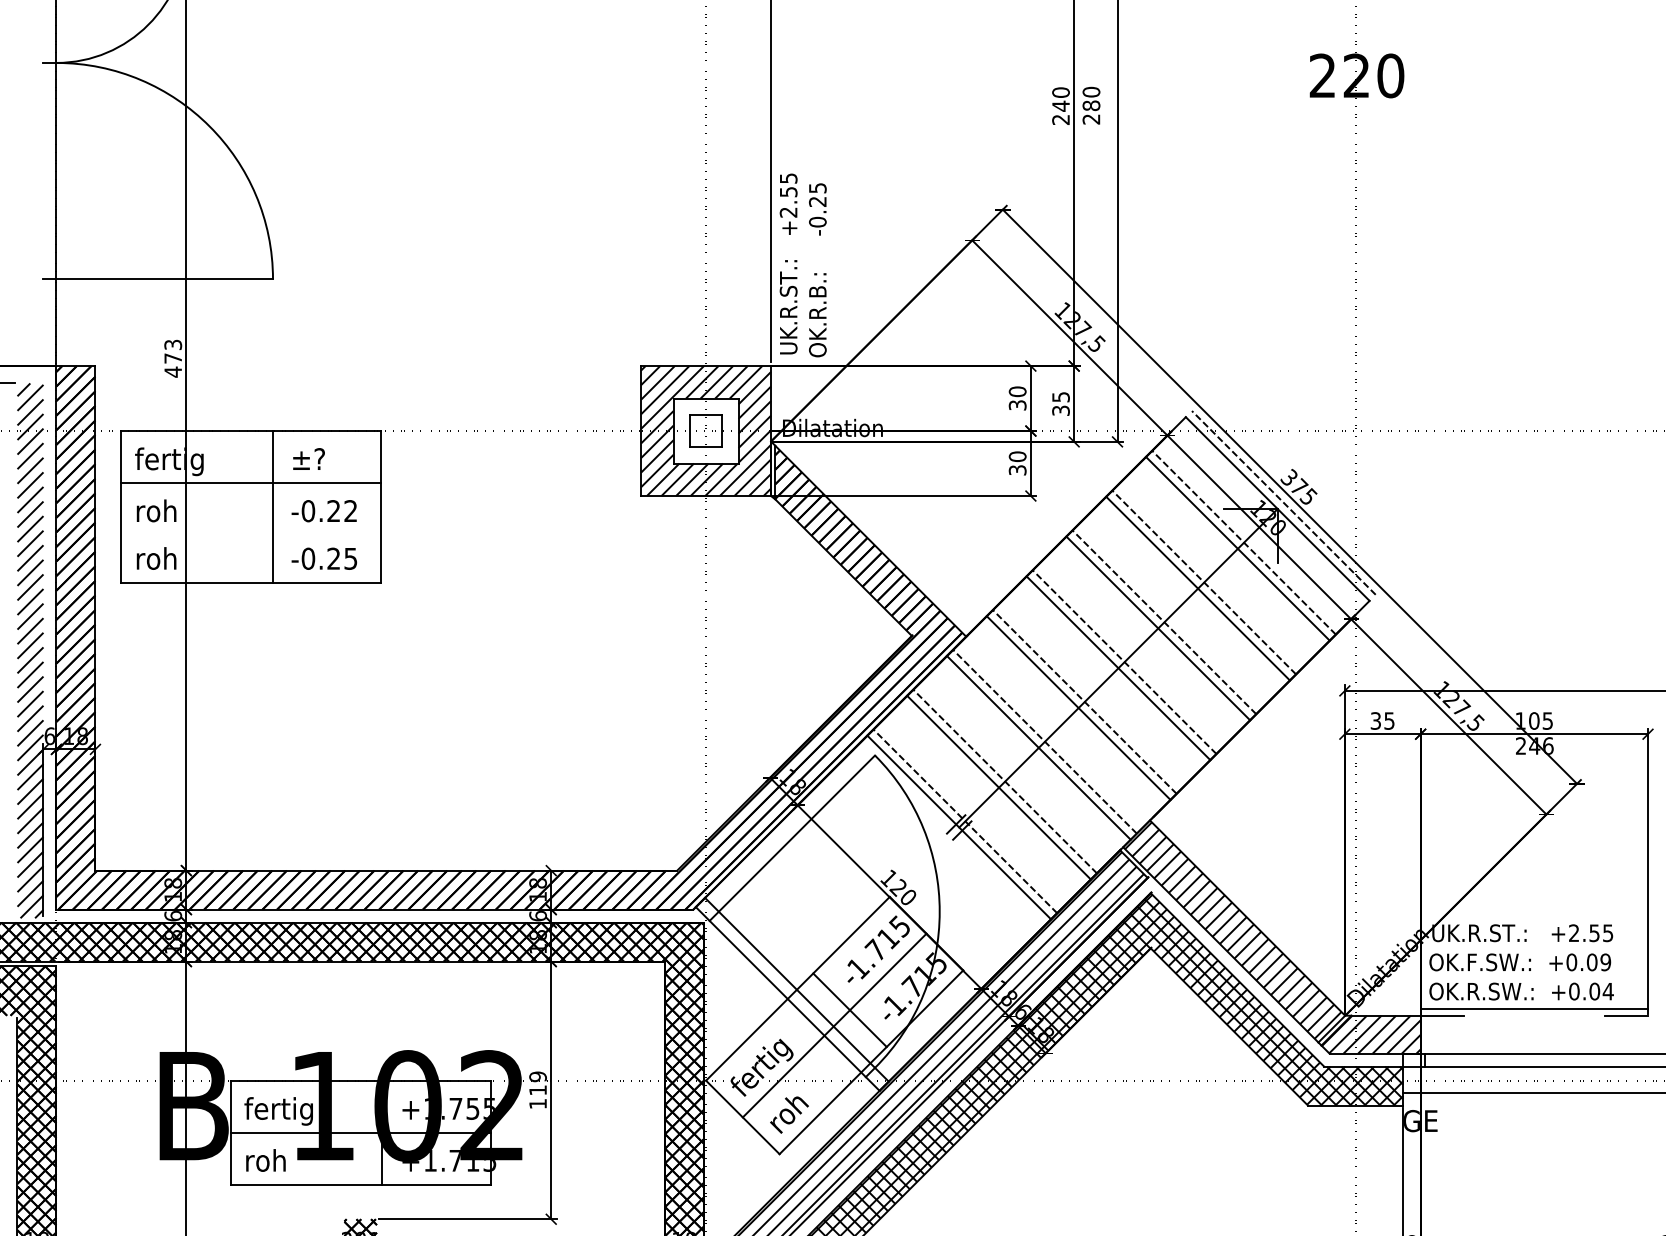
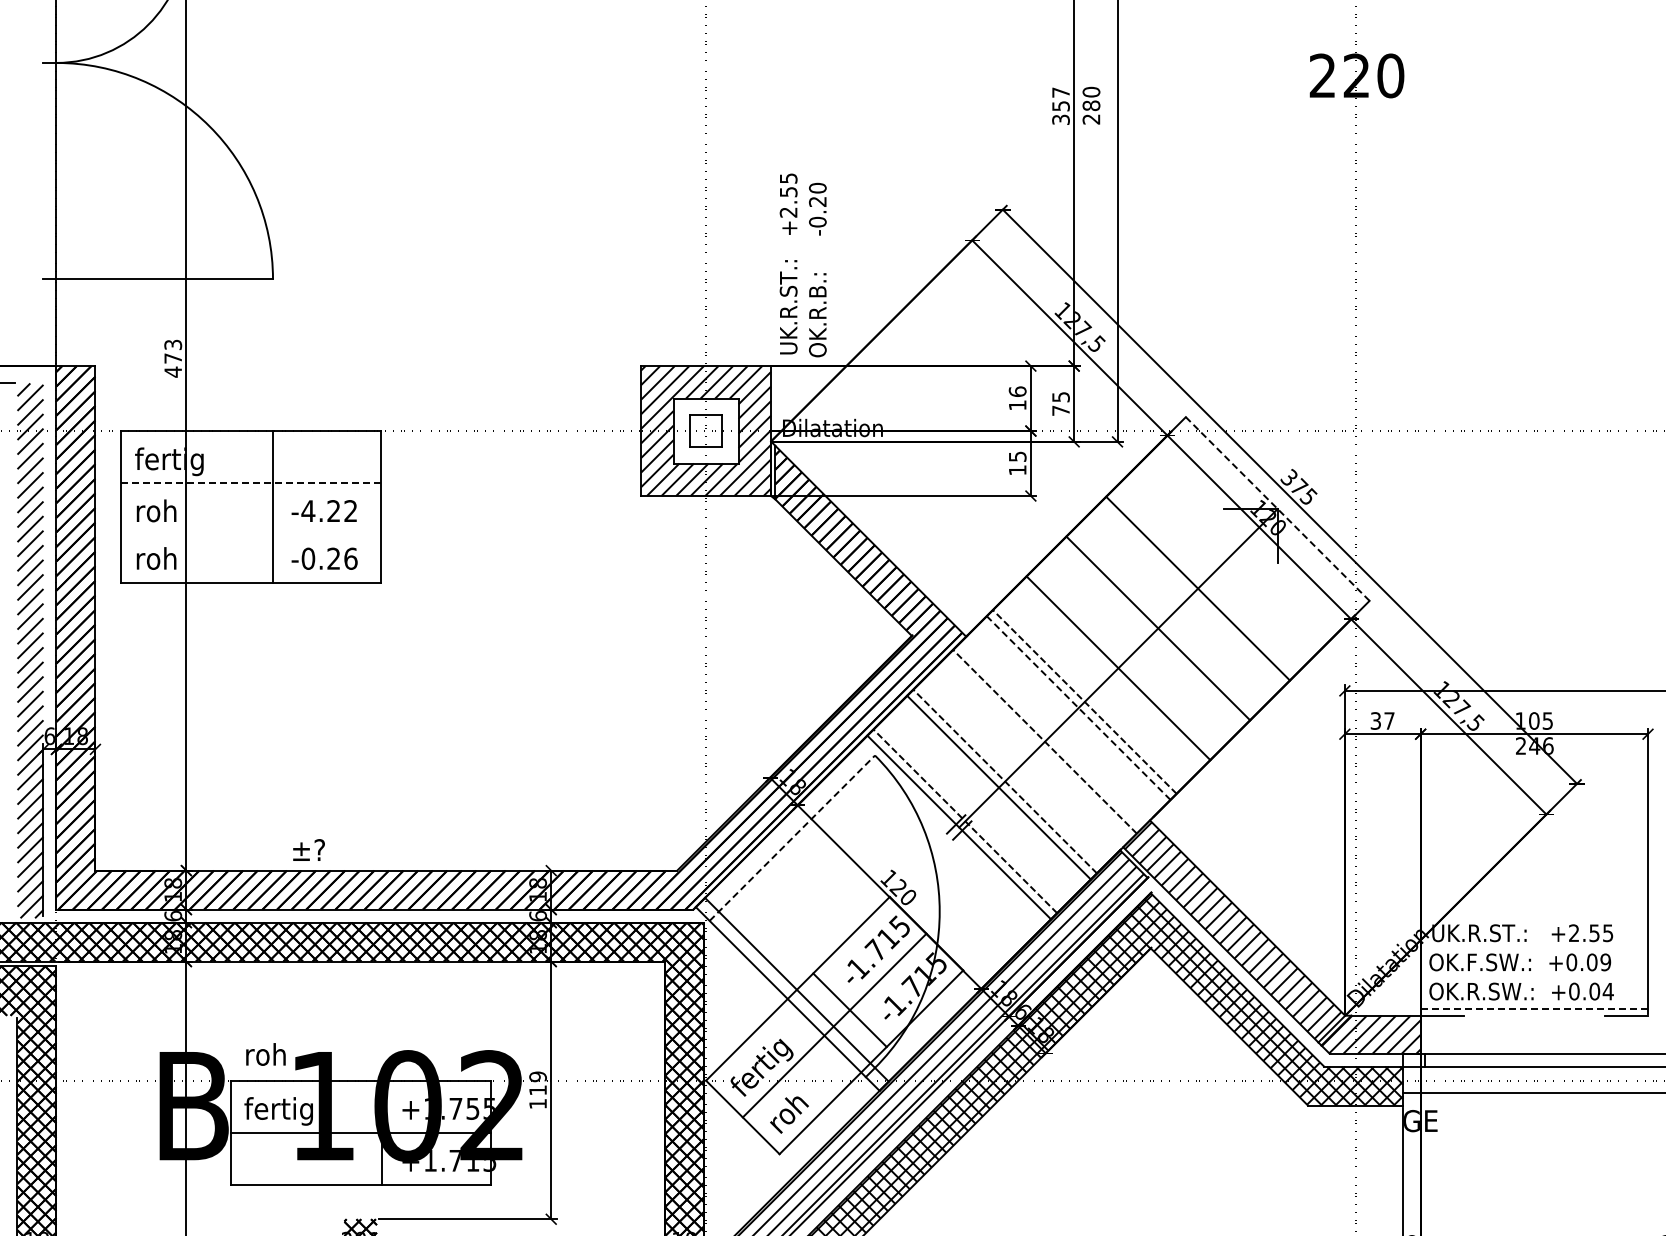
text at (1060, 105): 240 -> 357
line at (771, 181): present -> none
text at (817, 187): -0.25 -> -0.20
text at (1017, 398): 30 -> 16
text at (1060, 410): 35 -> 75
text at (308, 458) position: (308, 458) -> (308, 849)
text at (1017, 463): 30 -> 15
line at (251, 483): solid -> dashed
line at (1283, 502): present -> none
line at (1277, 509): solid -> dashed
text at (308, 511): -0.22 -> -4.22
line at (1243, 542): present -> none
line at (1237, 548): present -> none
text at (350, 558): -0.25 -> -0.26
line at (1204, 582): present -> none
line at (1164, 622): present -> none
line at (1124, 662): present -> none
line at (1078, 708): solid -> dashed
text at (1389, 720): 35 -> 37
line at (1038, 747): present -> none
line at (792, 838): solid -> dashed
line at (1534, 1009): solid -> dashed
text at (265, 1160) position: (265, 1160) -> (265, 1054)
